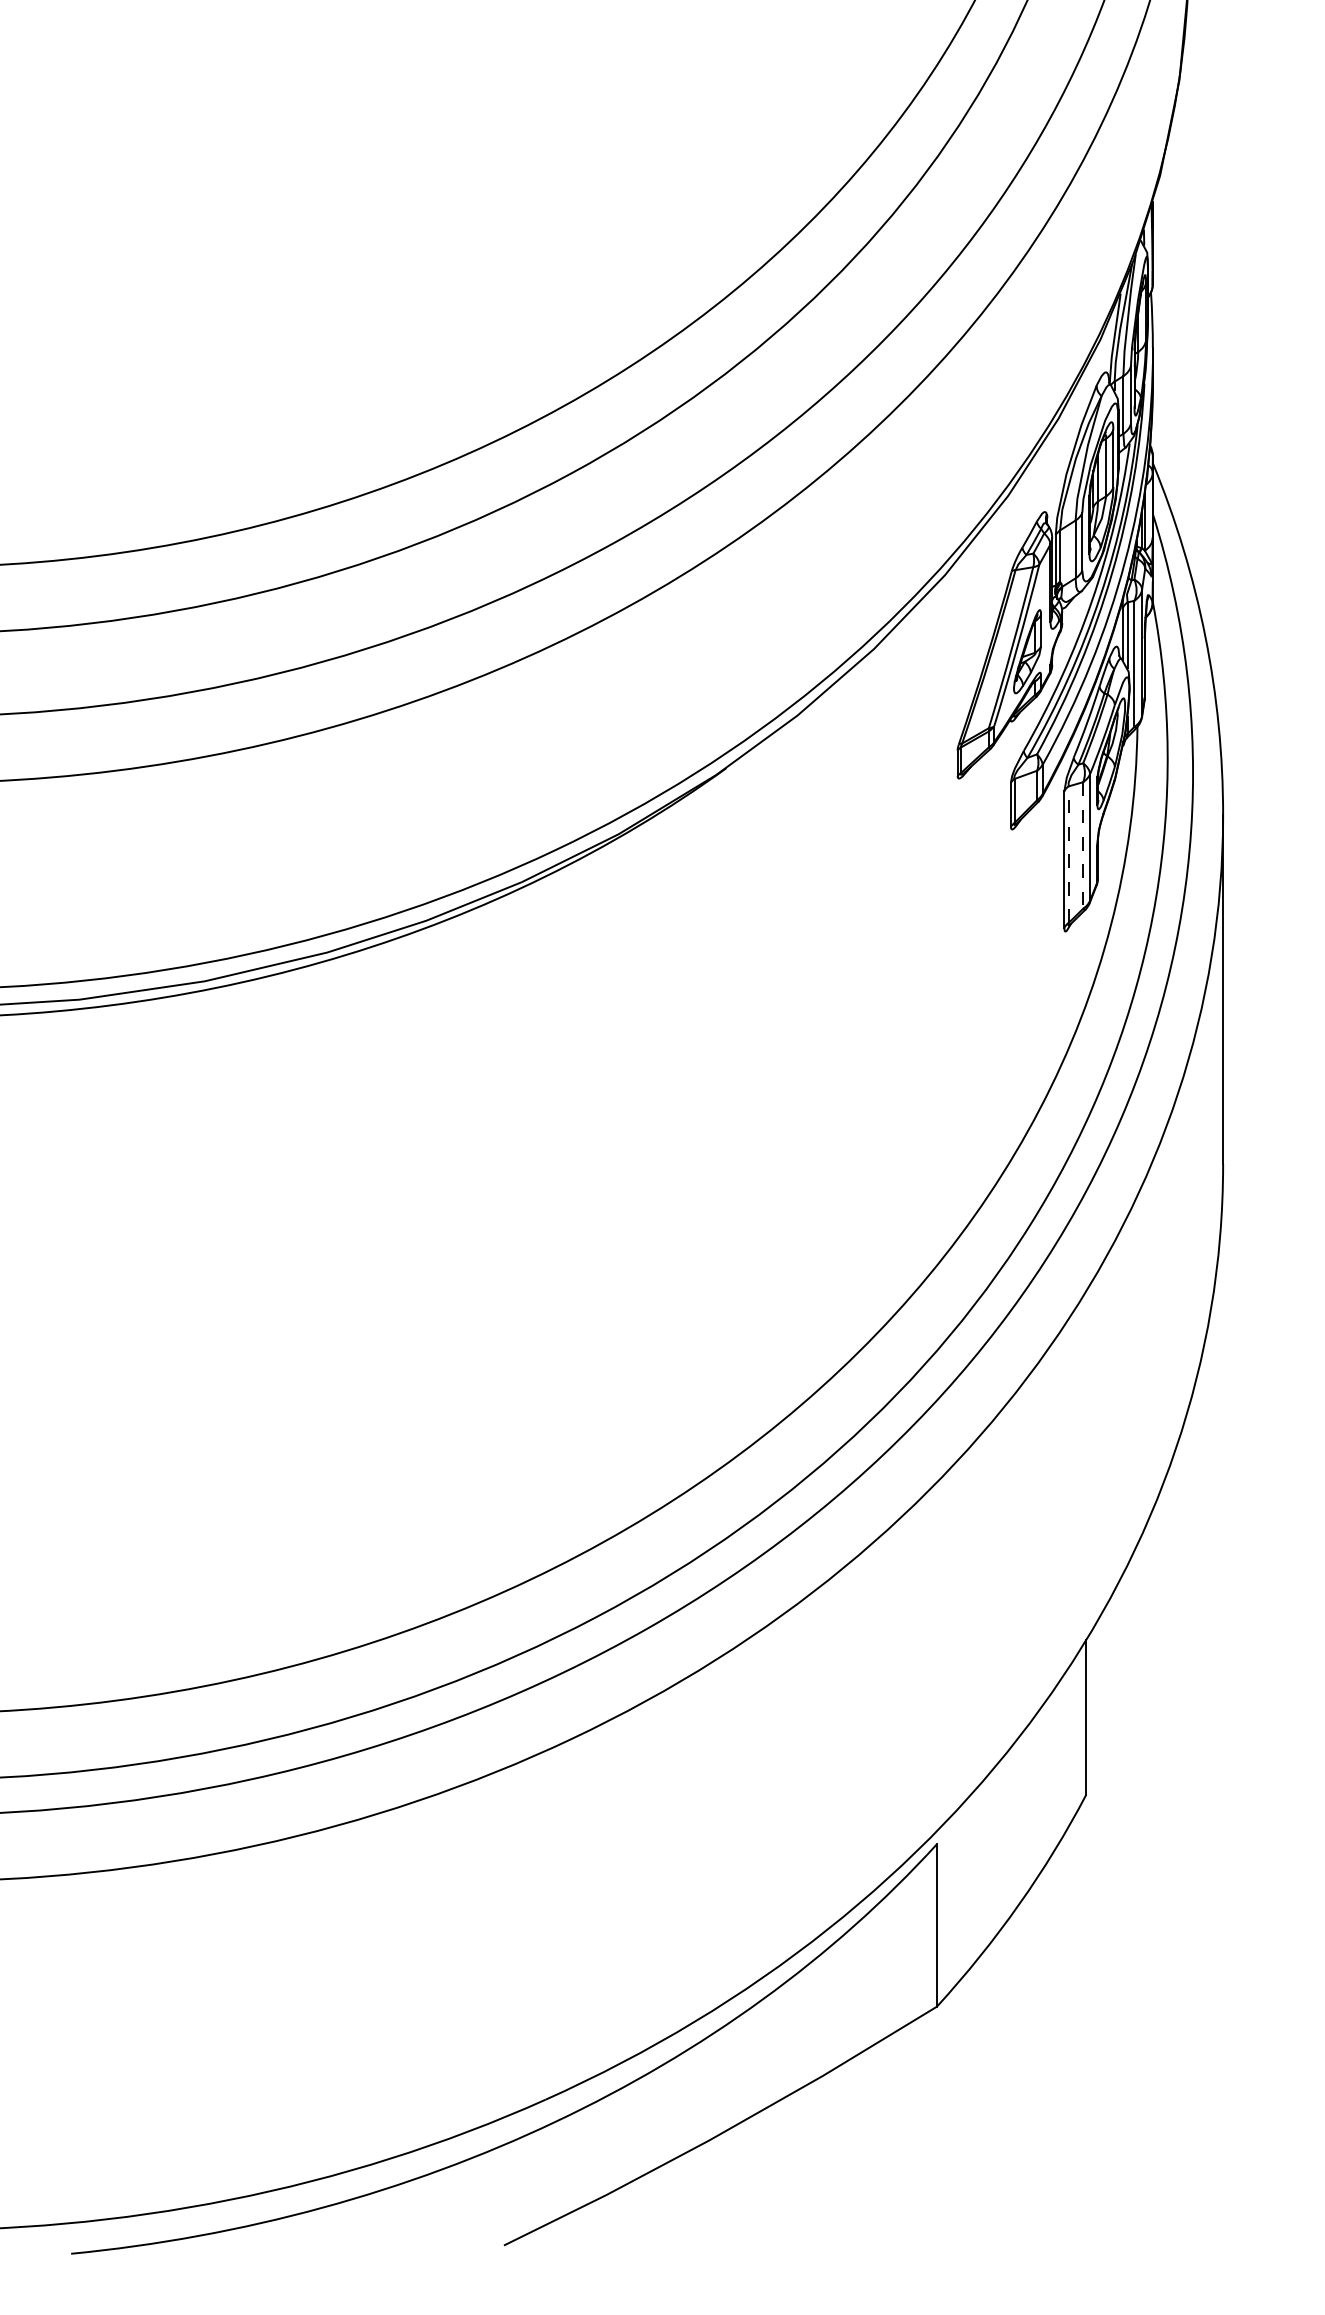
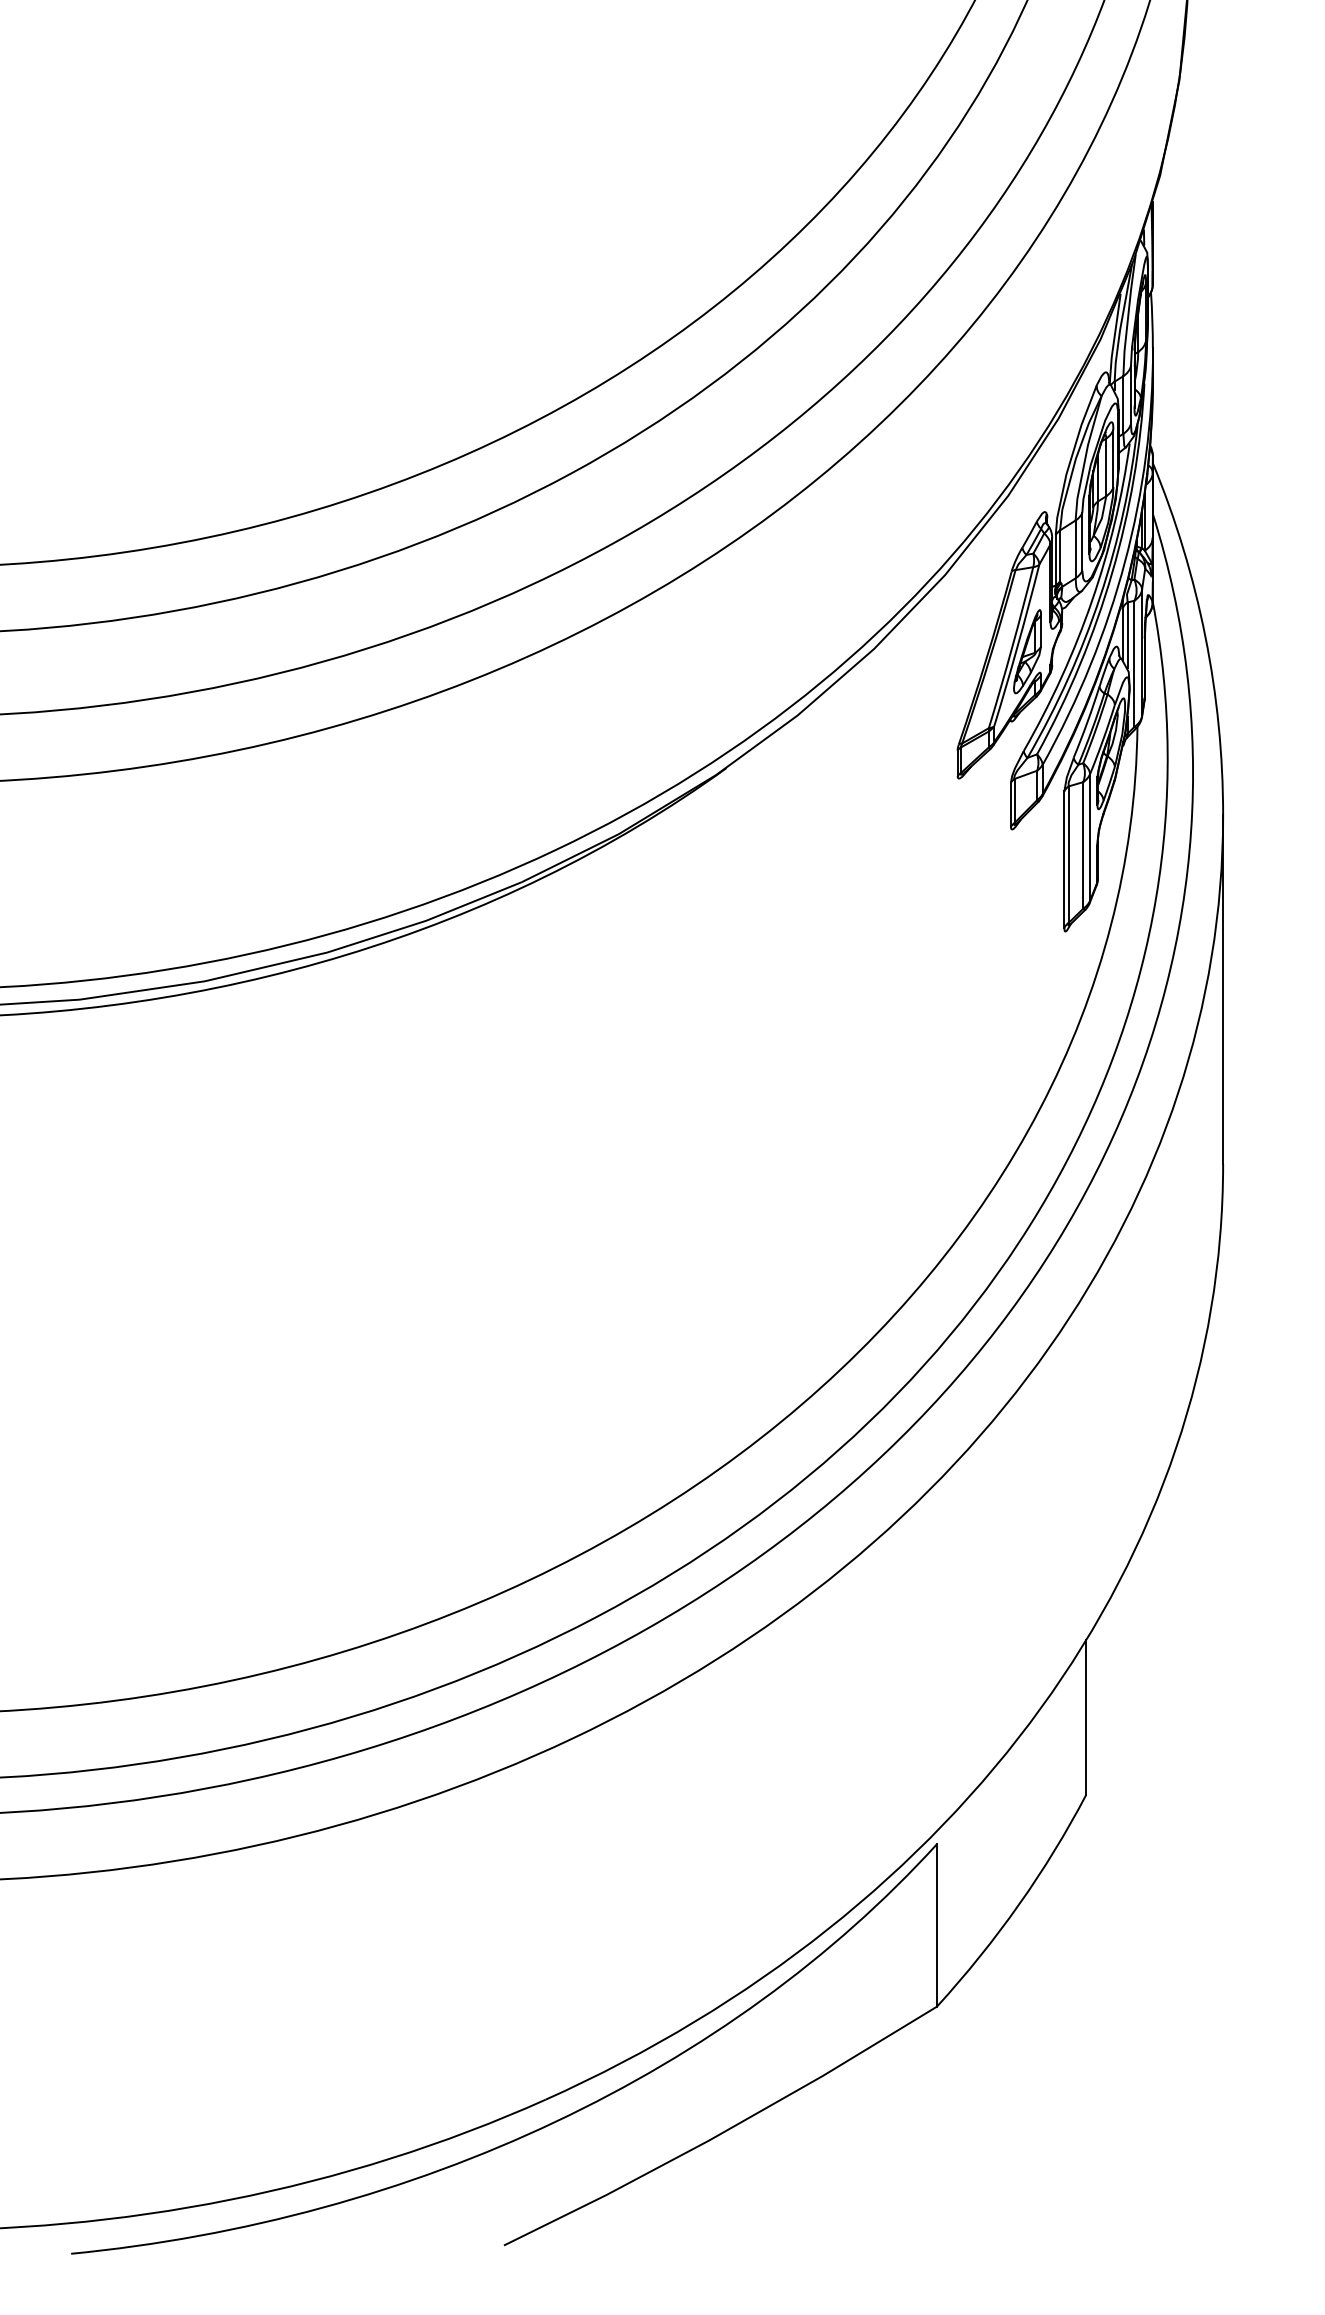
line at (1083, 845): dashed -> solid
line at (1068, 854): dashed -> solid
